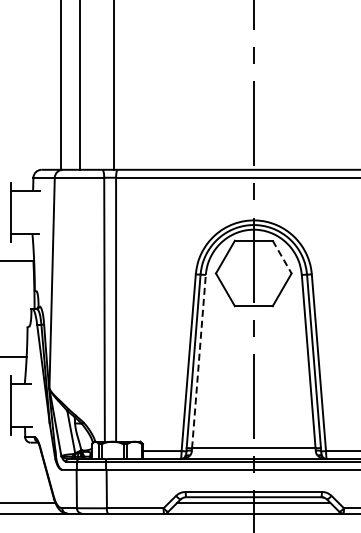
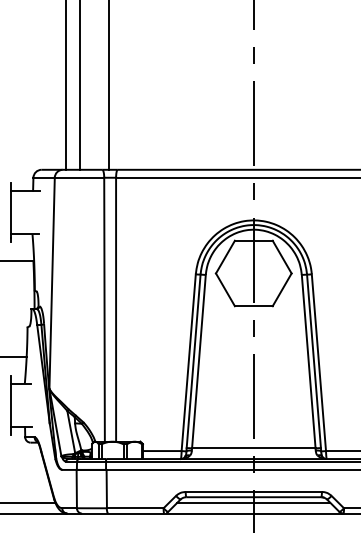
line at (61, 85) position: (61, 85) -> (66, 85)
line at (114, 85) position: (114, 85) -> (109, 85)
line at (282, 257): dashed -> solid
line at (198, 361): dashed -> solid
